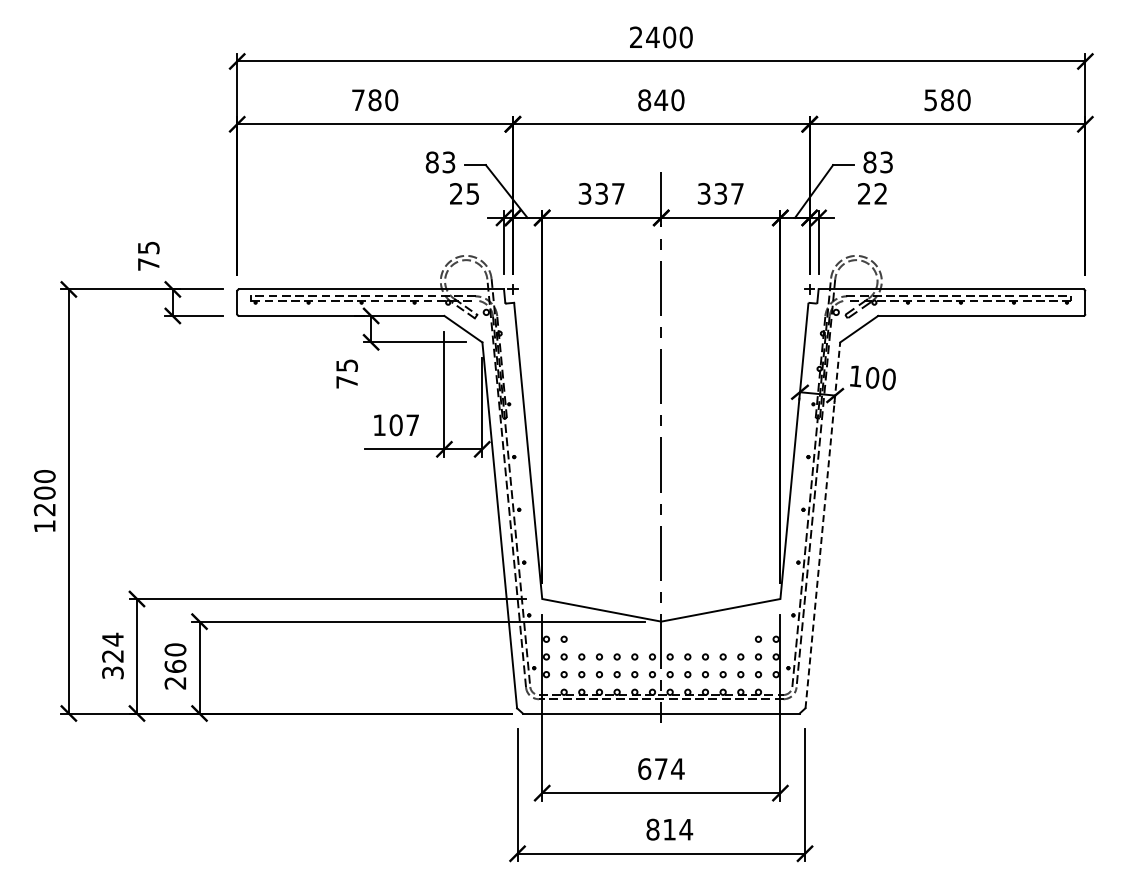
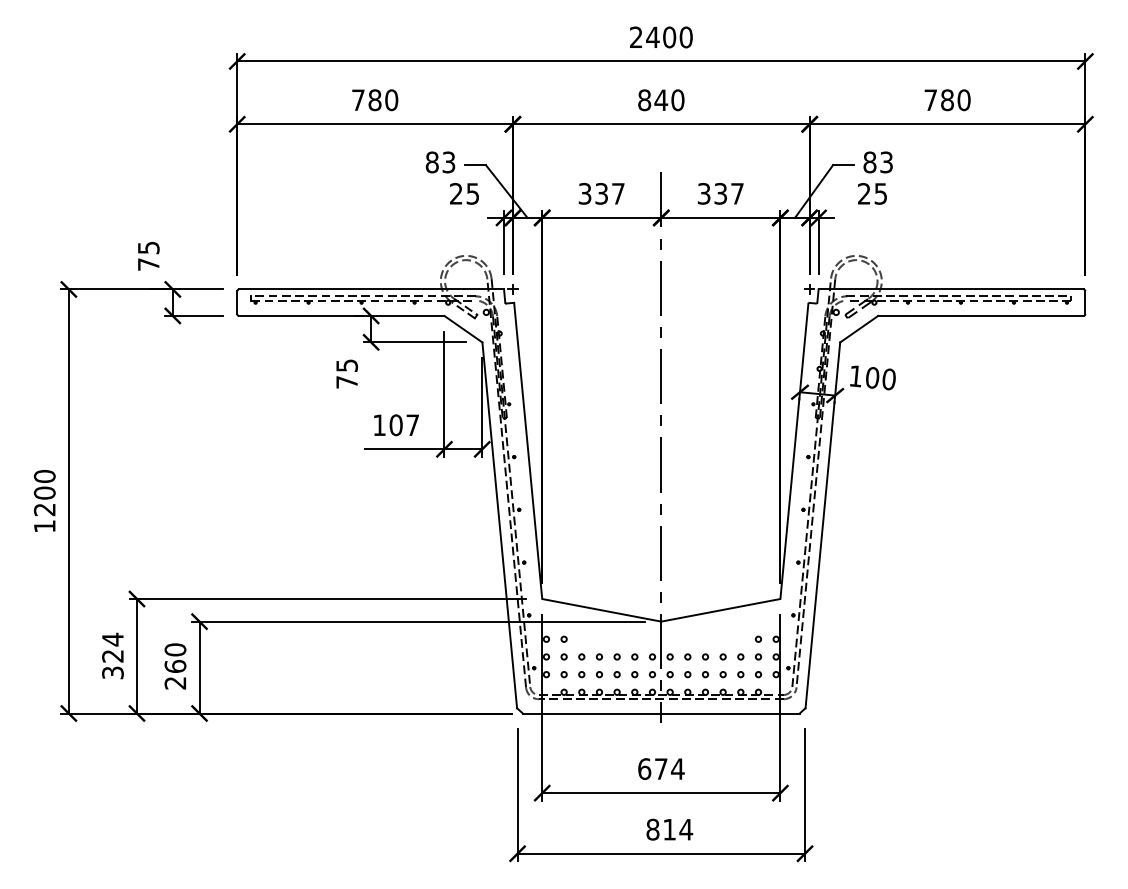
text at (930, 100): 580 -> 780
text at (880, 193): 22 -> 25
line at (822, 525): dashed -> solid
